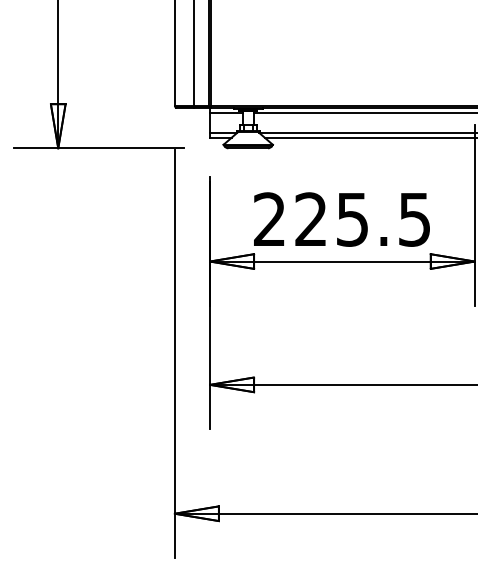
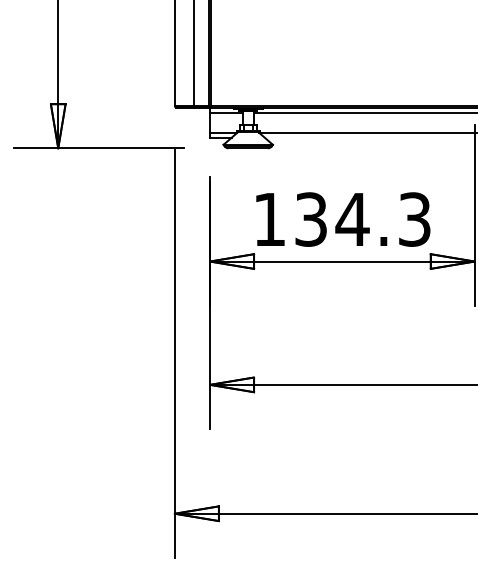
line at (369, 137): present -> none
text at (342, 219): 225.5 -> 134.3
